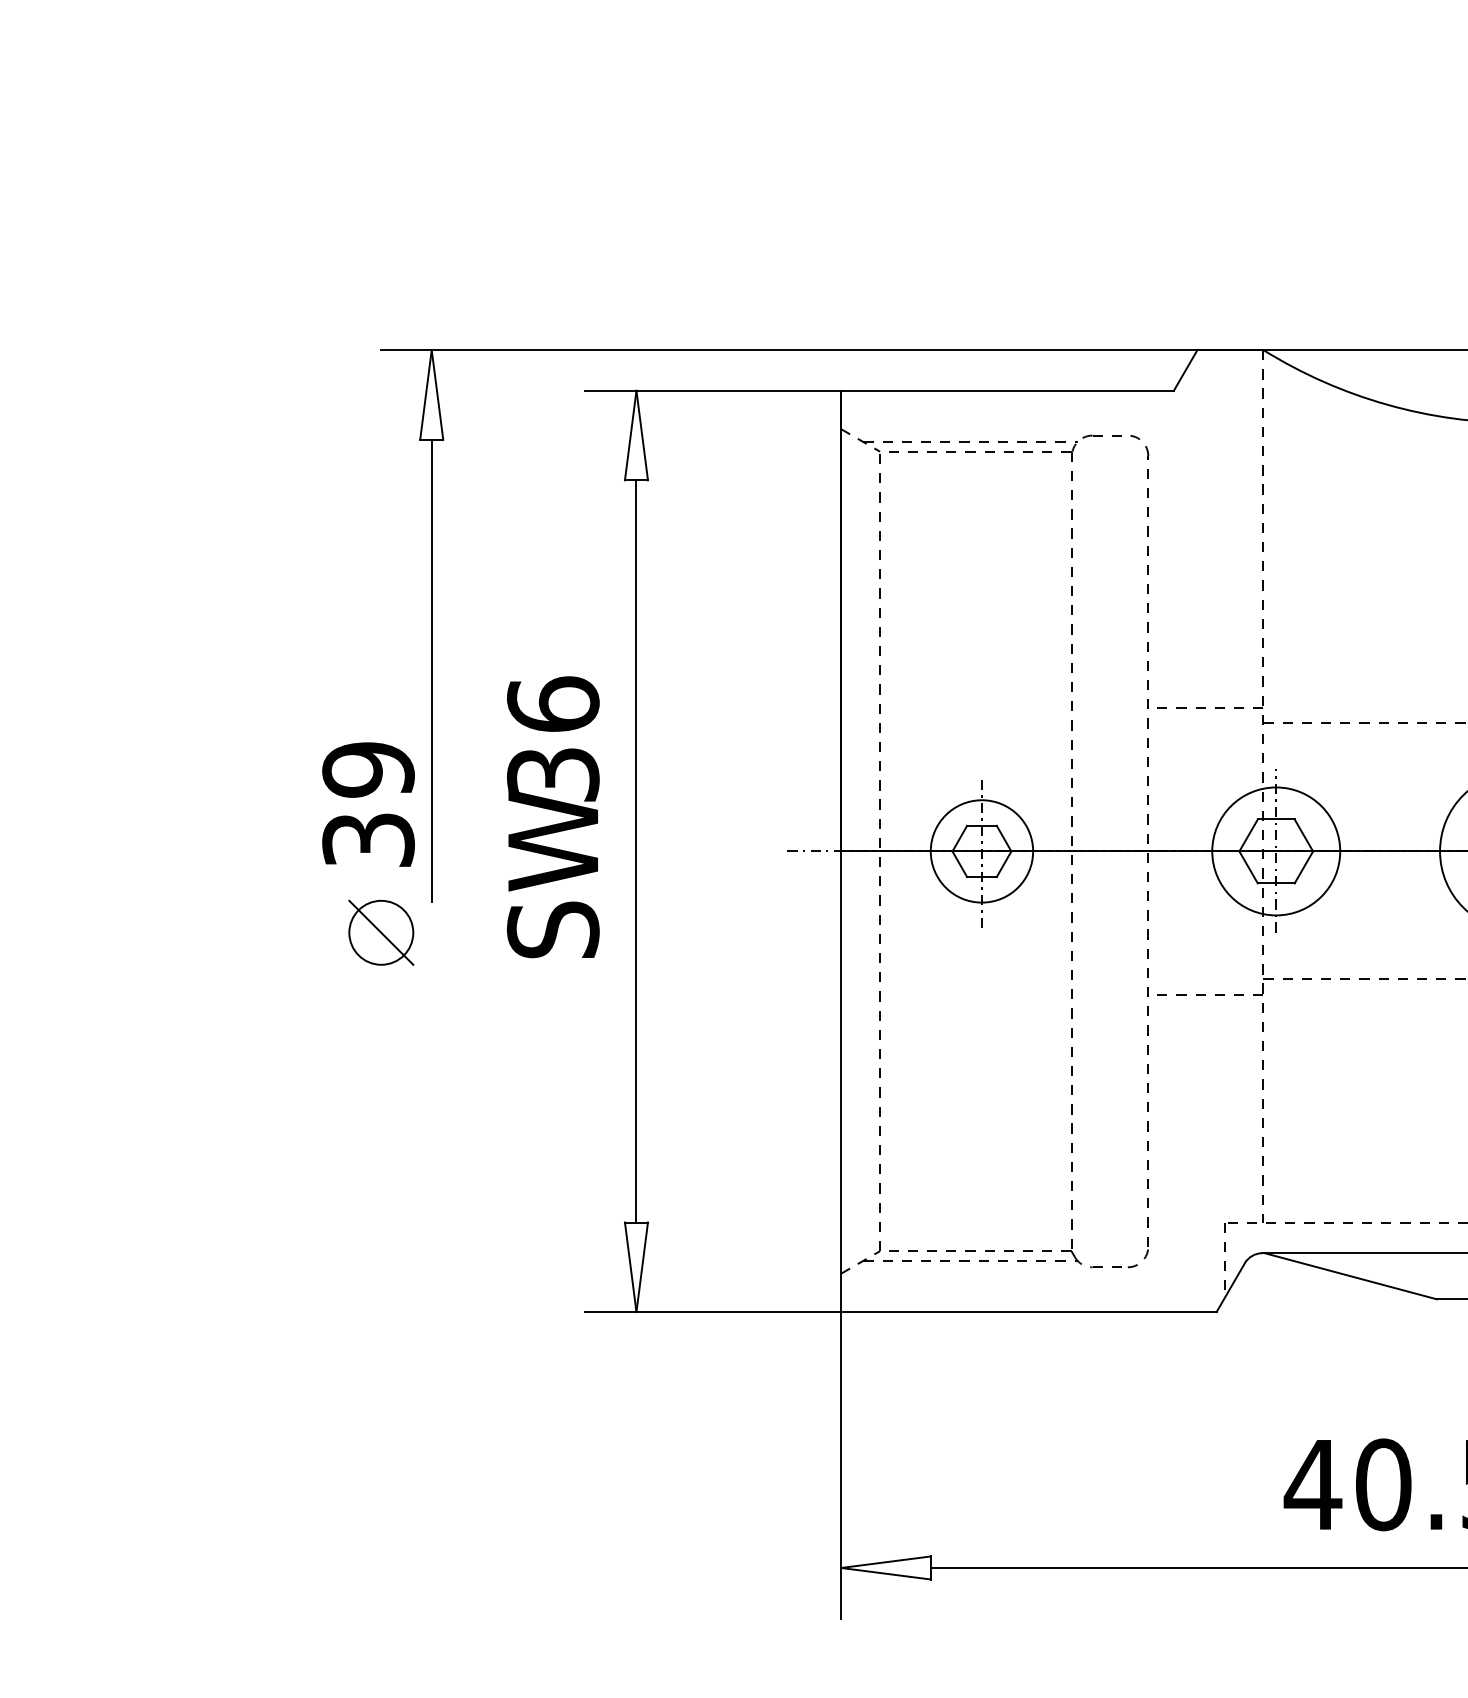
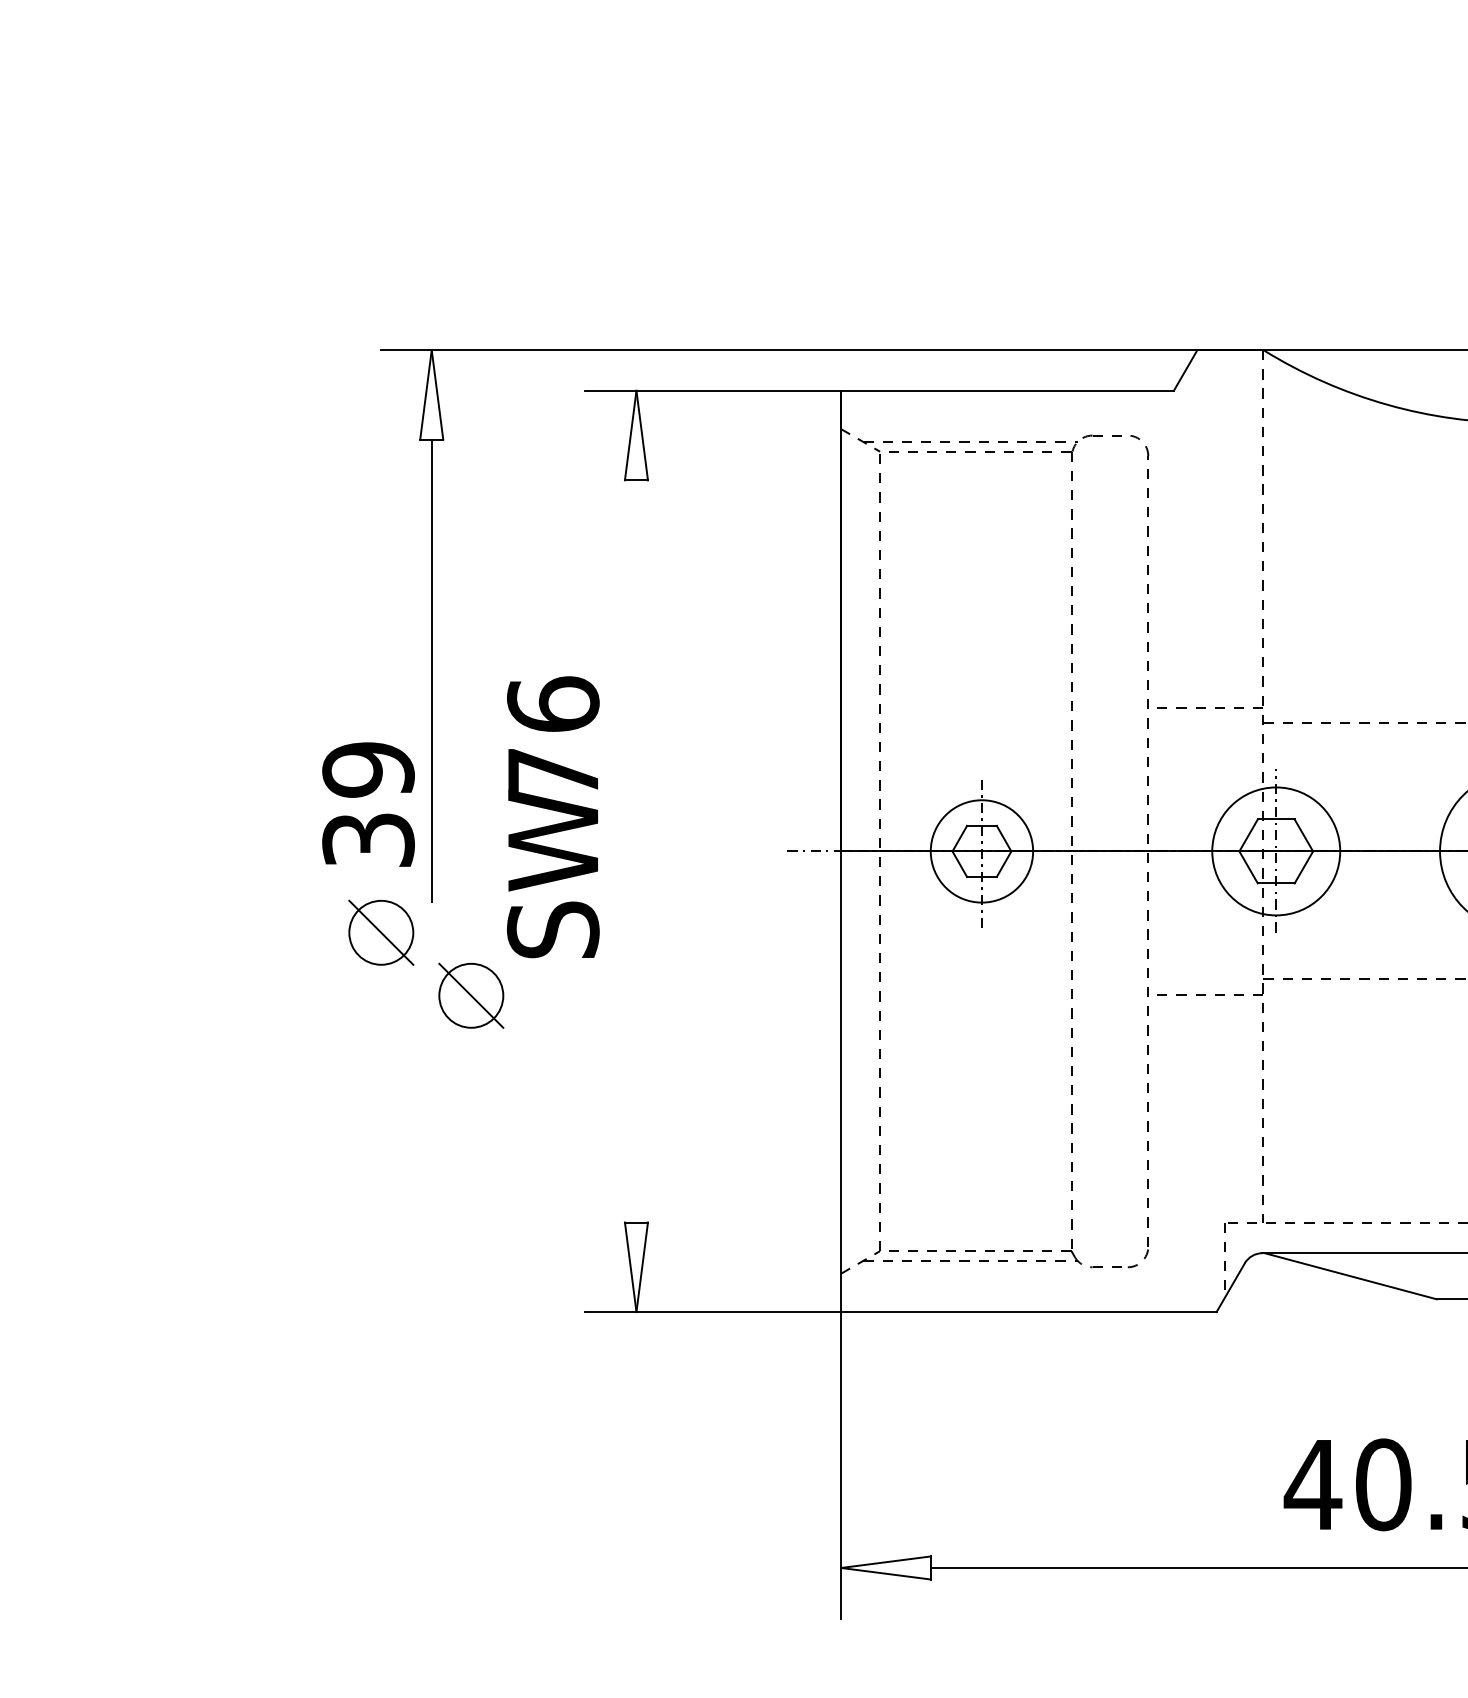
text at (553, 774): 36 -> 76
line at (636, 851): present -> none
part at (471, 995): none -> present
